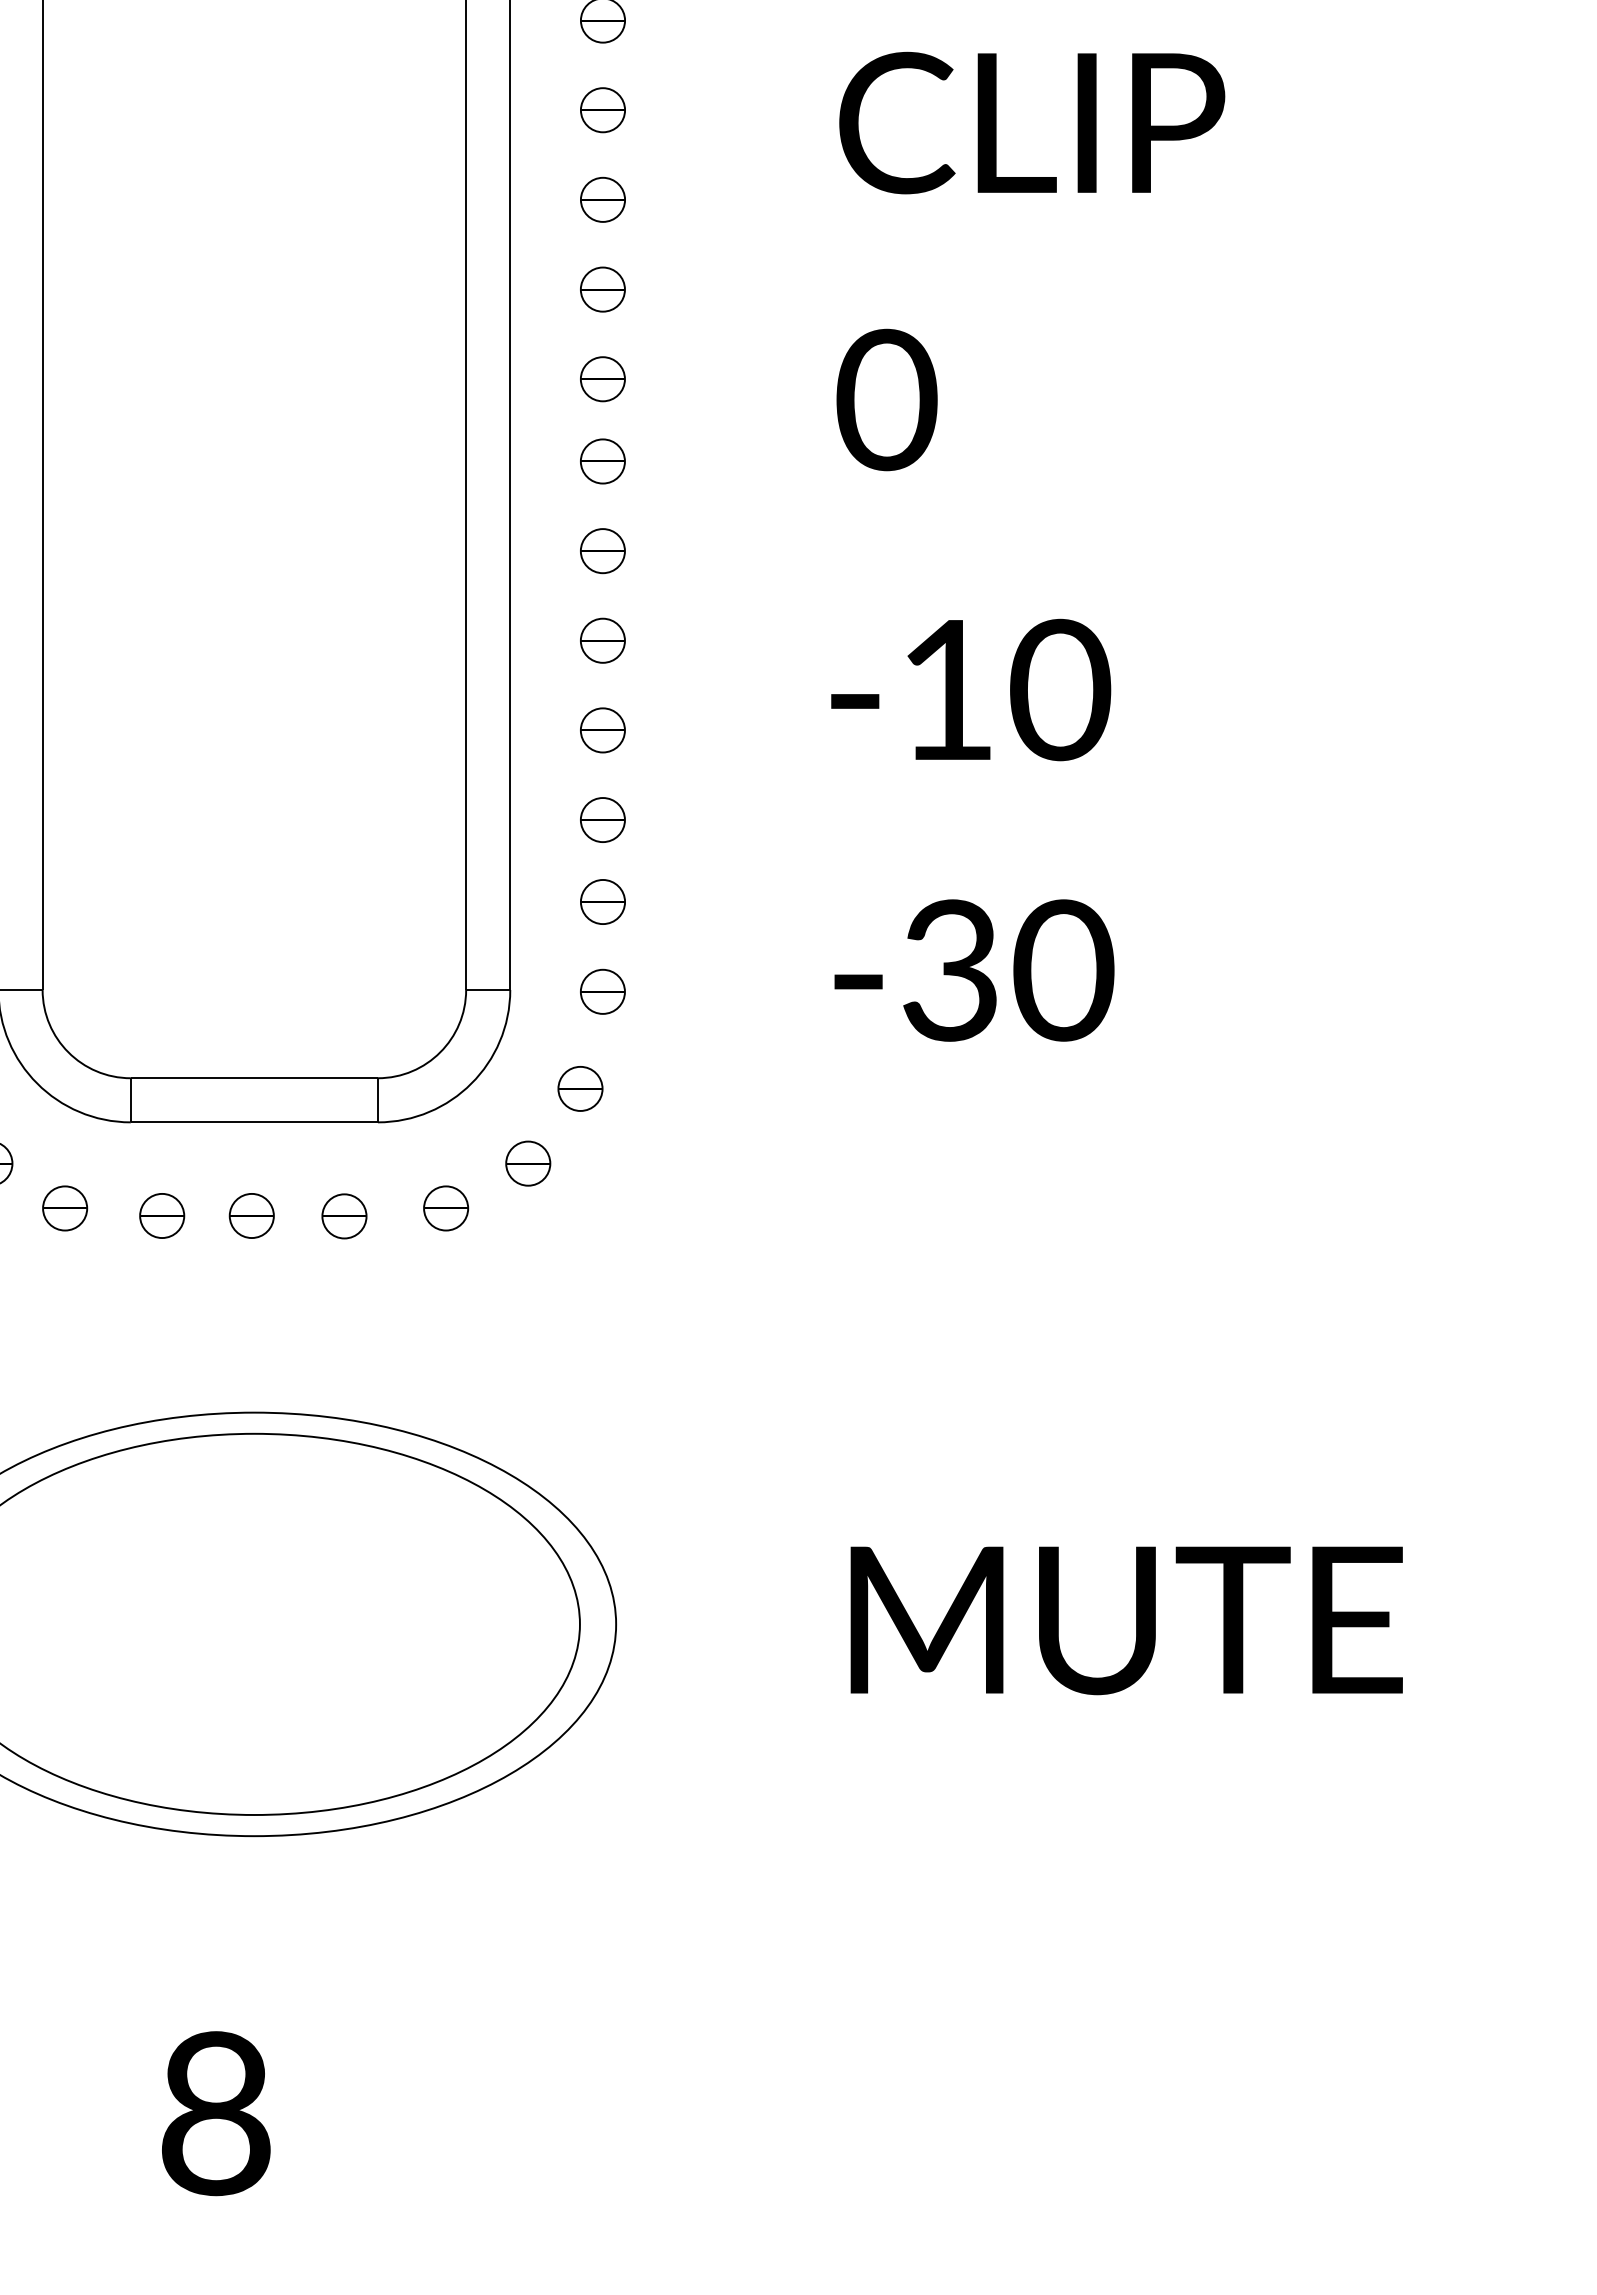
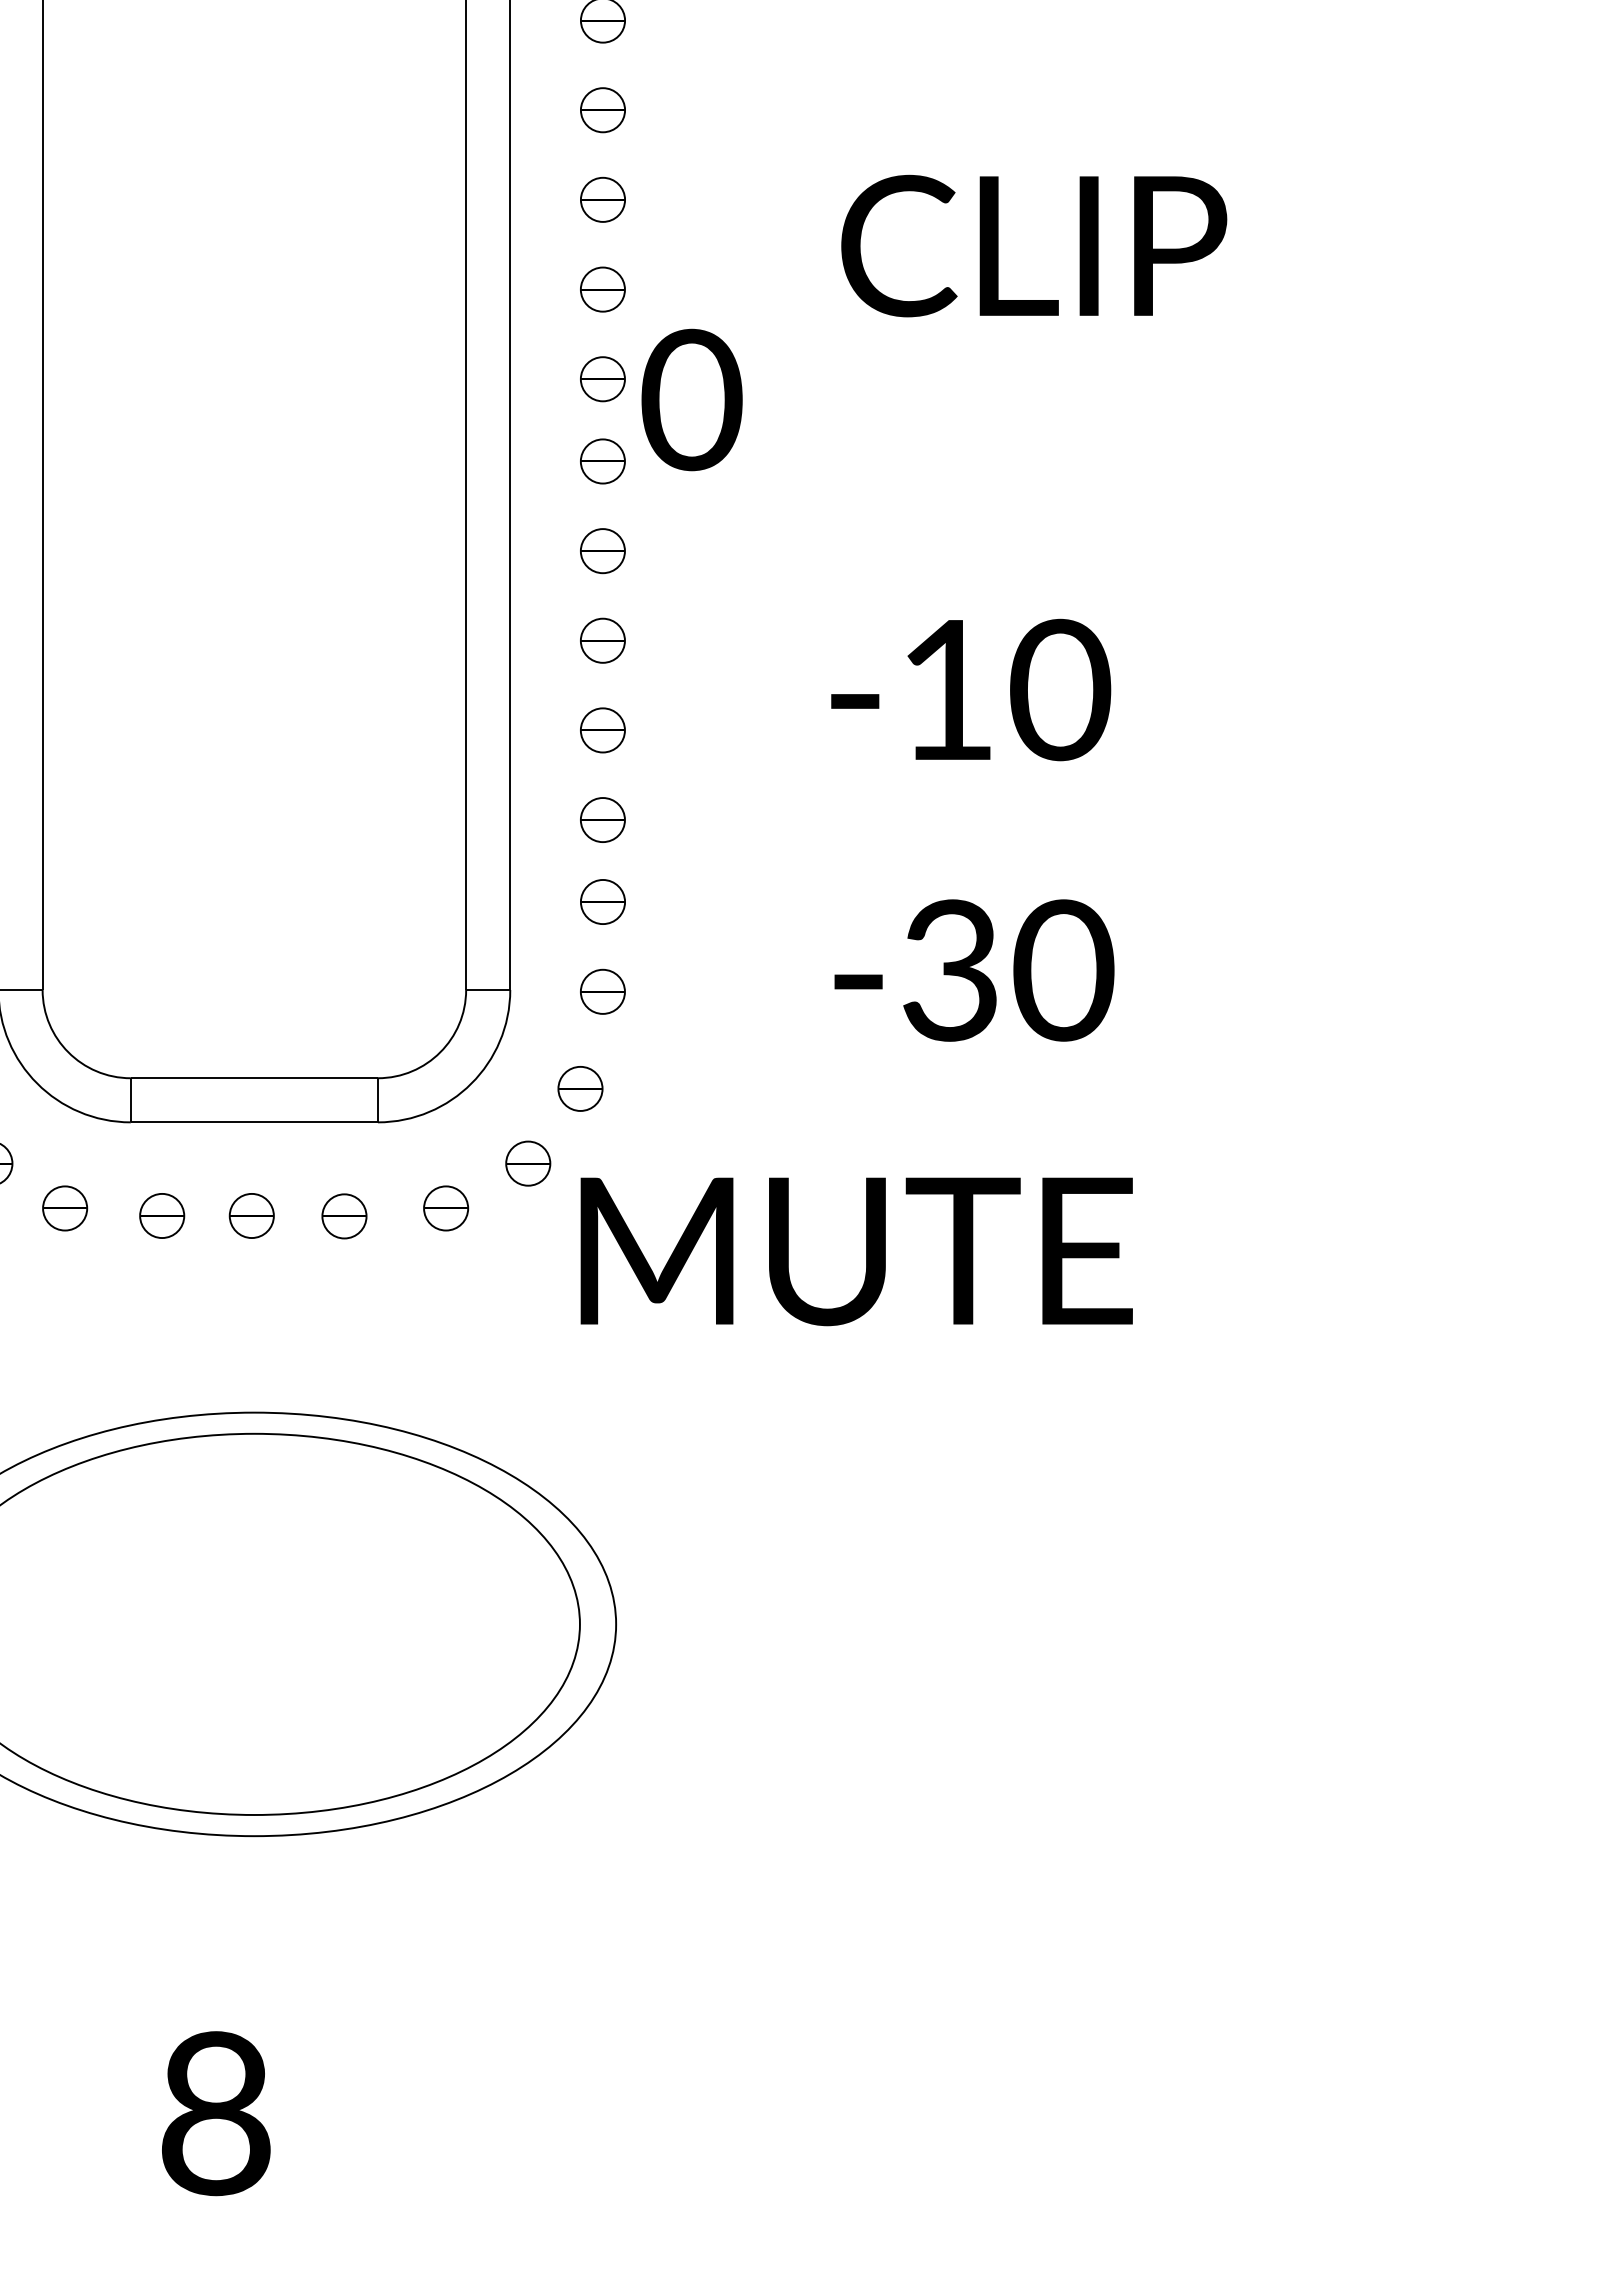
text at (1032, 122) position: (1032, 122) -> (1034, 245)
text at (886, 399) position: (886, 399) -> (691, 399)
text at (1126, 1620) position: (1126, 1620) -> (856, 1251)
